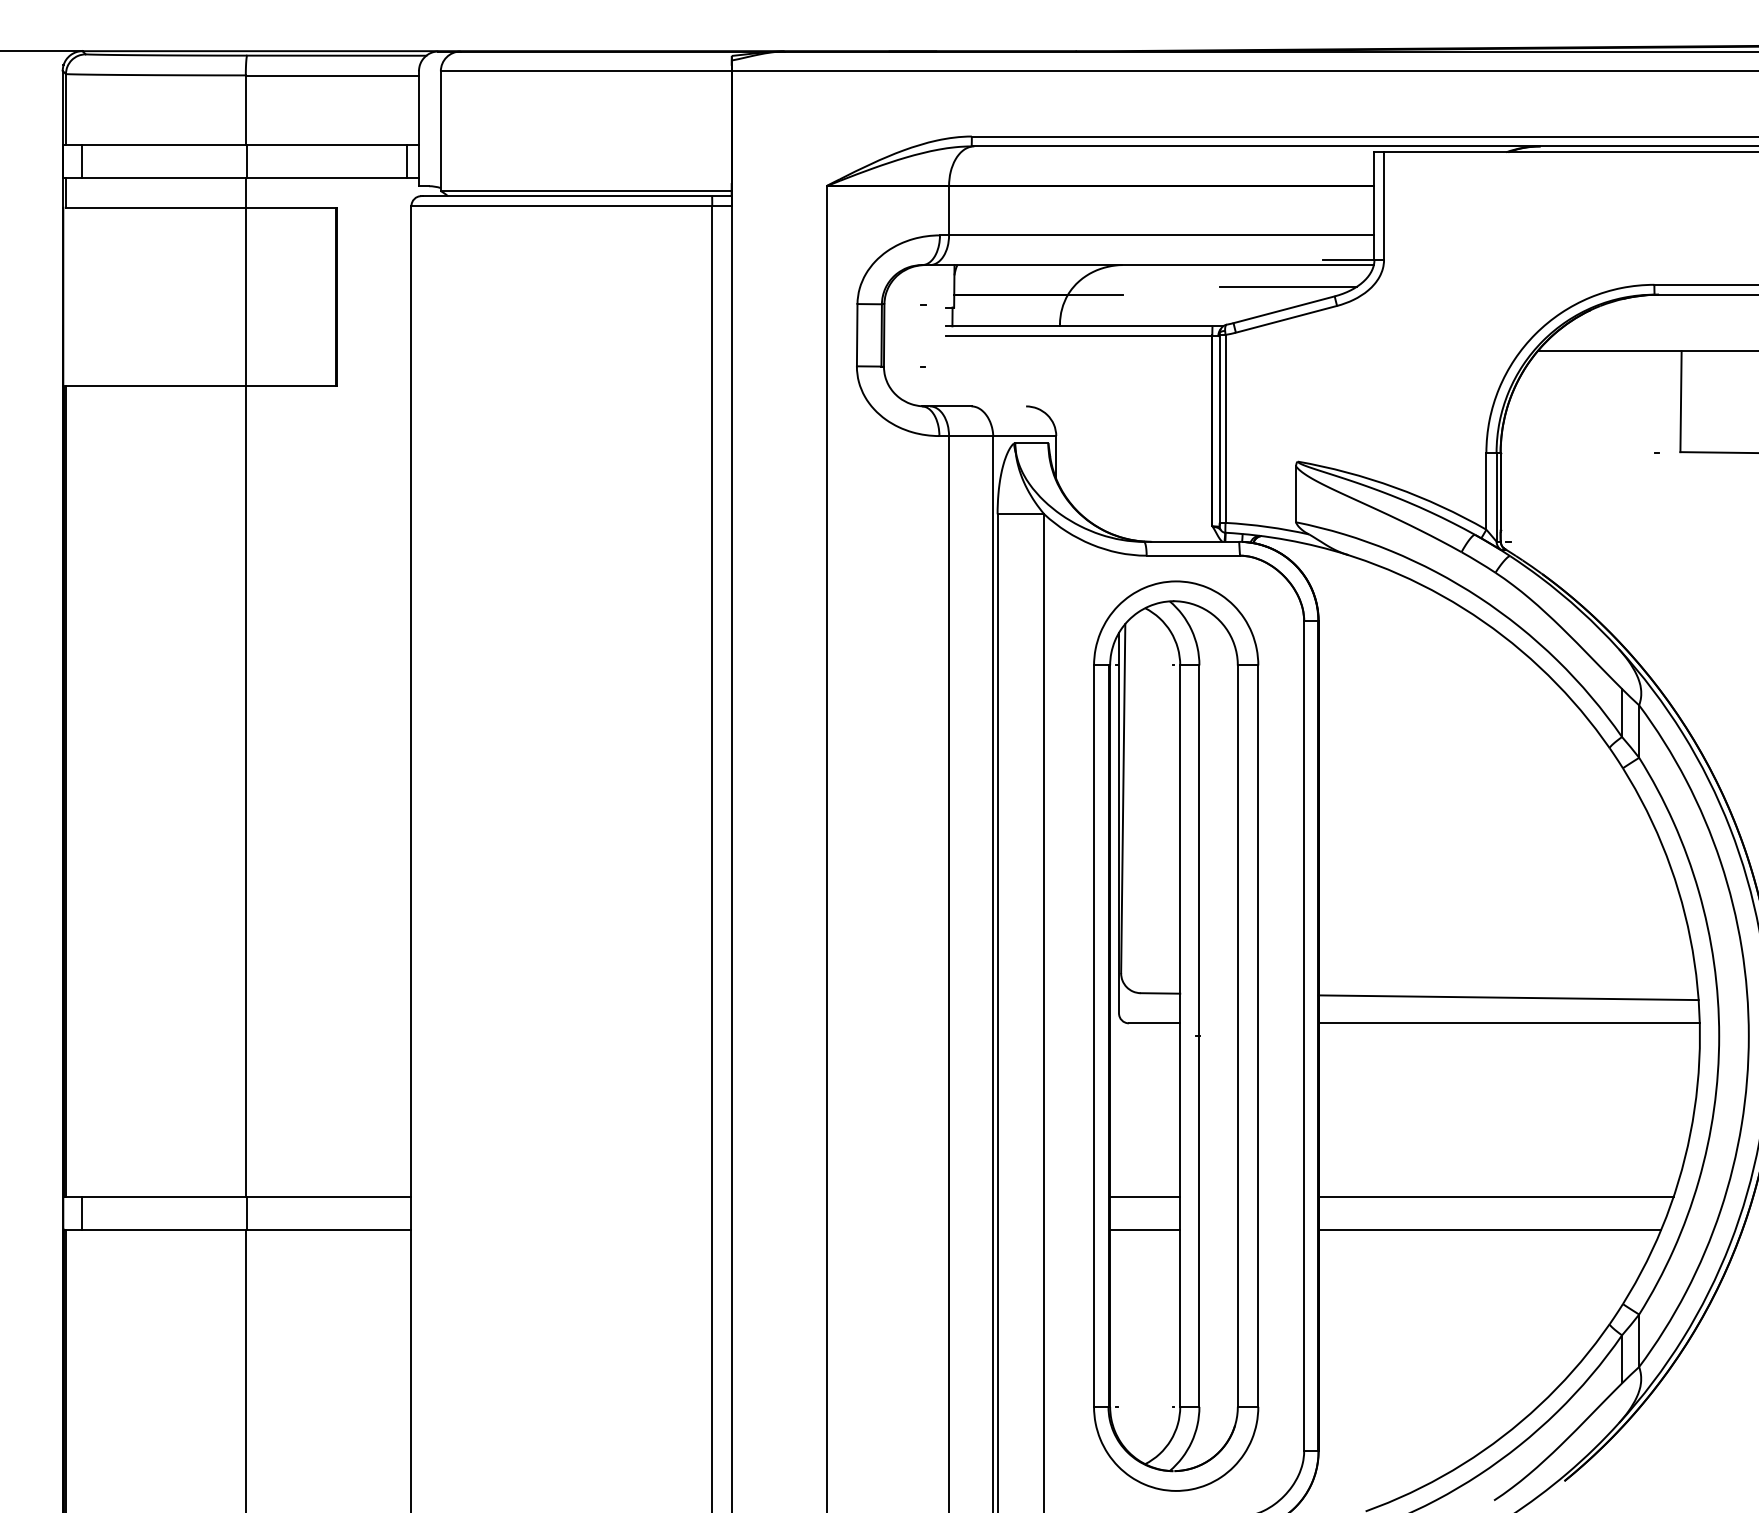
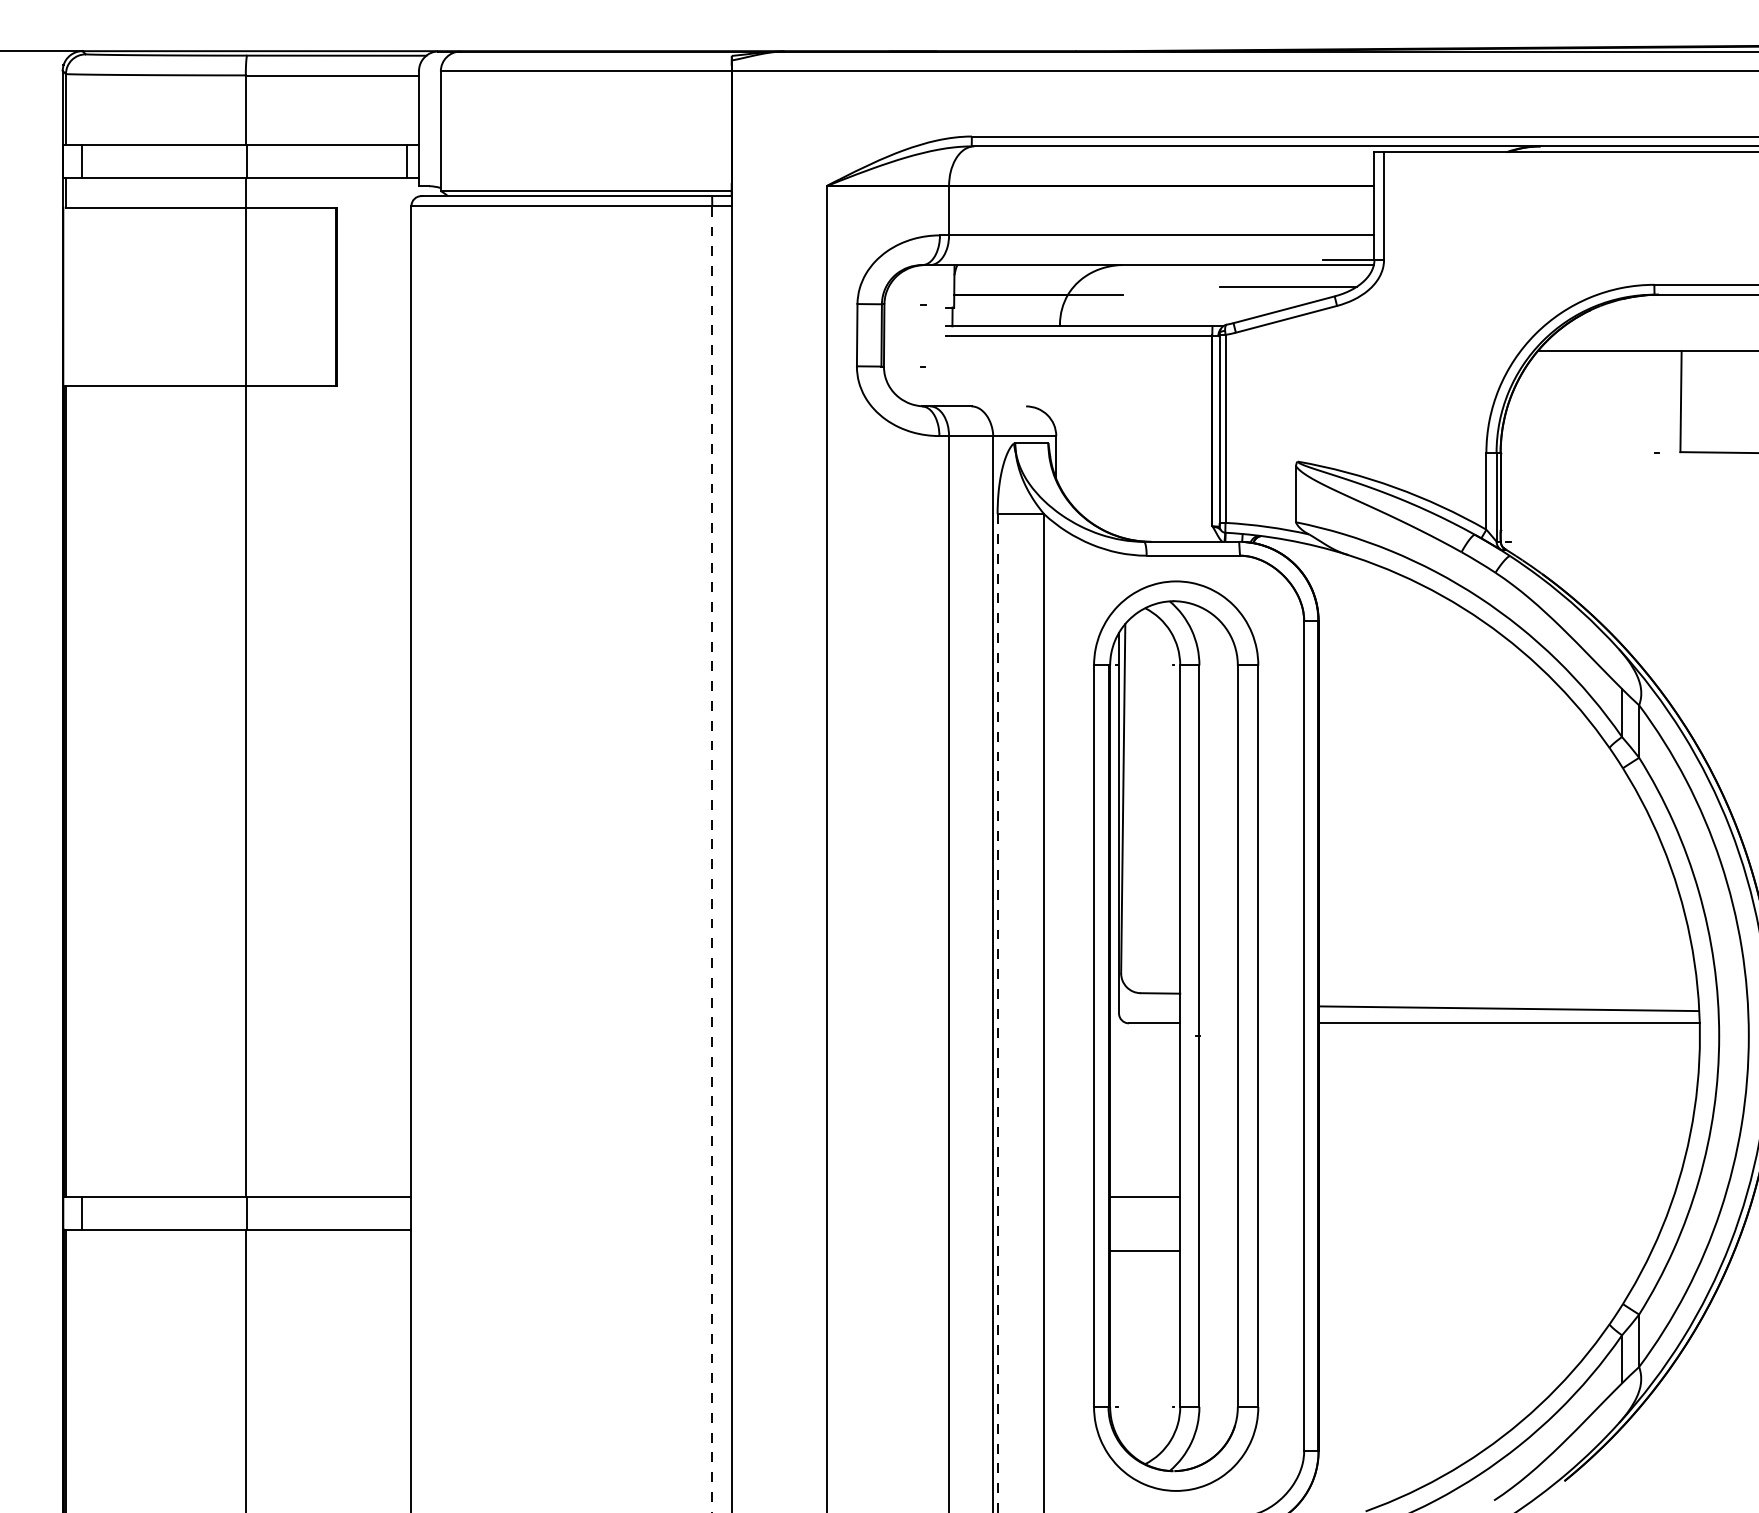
line at (712, 858): solid -> dashed
line at (1508, 997) position: (1508, 997) -> (1508, 1008)
line at (997, 1013): solid -> dashed
line at (1495, 1197): present -> none
line at (1145, 1229) position: (1145, 1229) -> (1145, 1250)
line at (1489, 1229): present -> none
